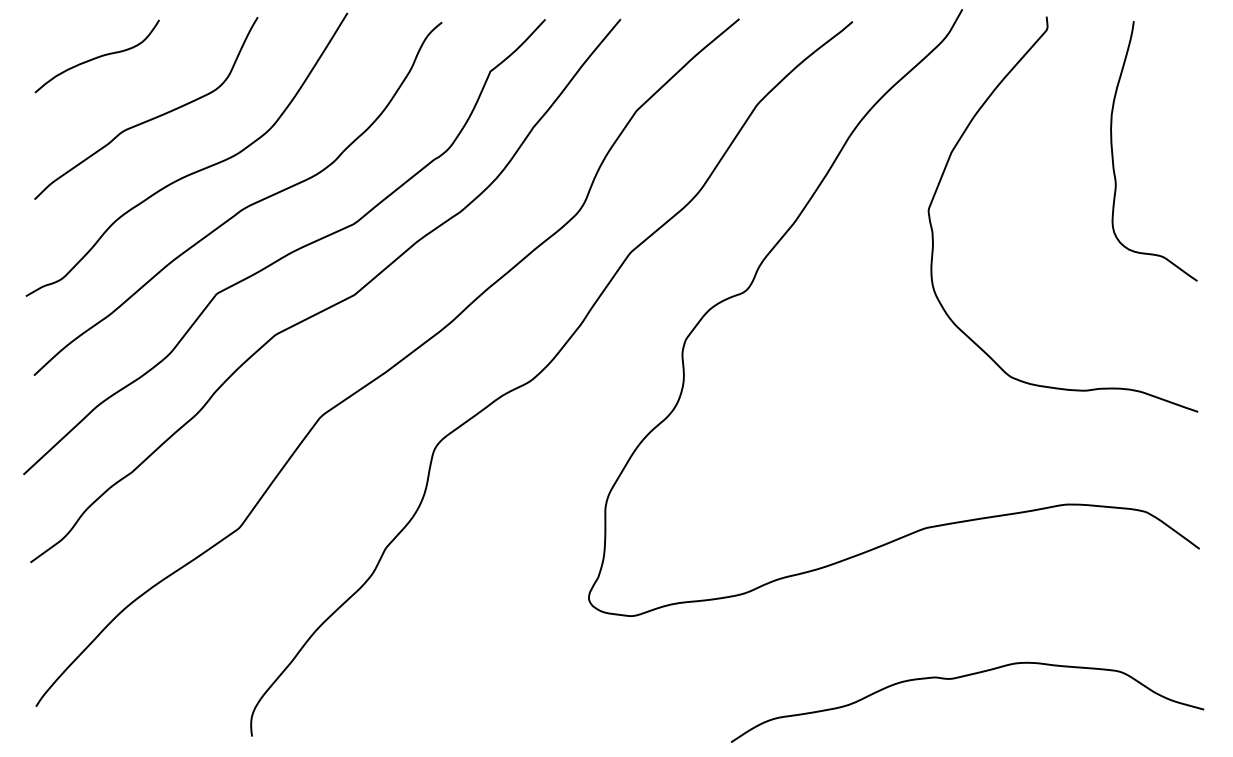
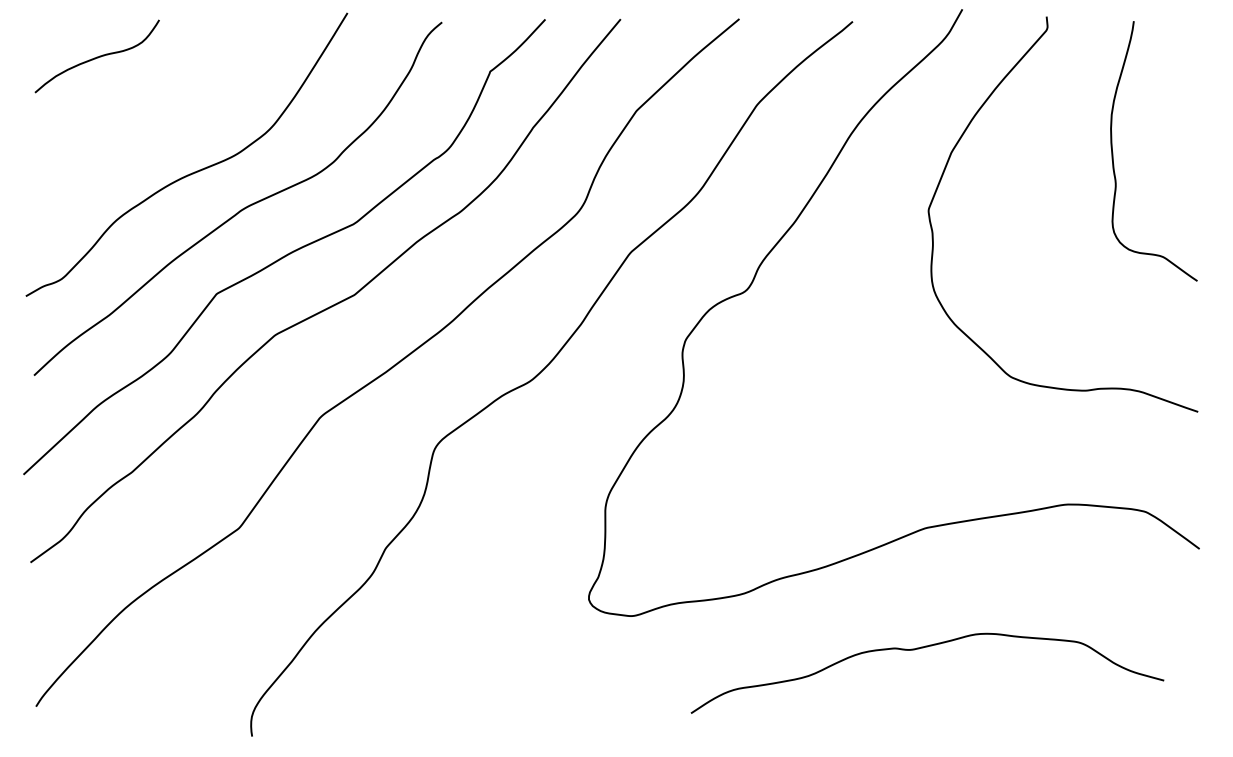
curve at (150, 118): present -> none
curve at (963, 677) position: (963, 677) -> (923, 648)
